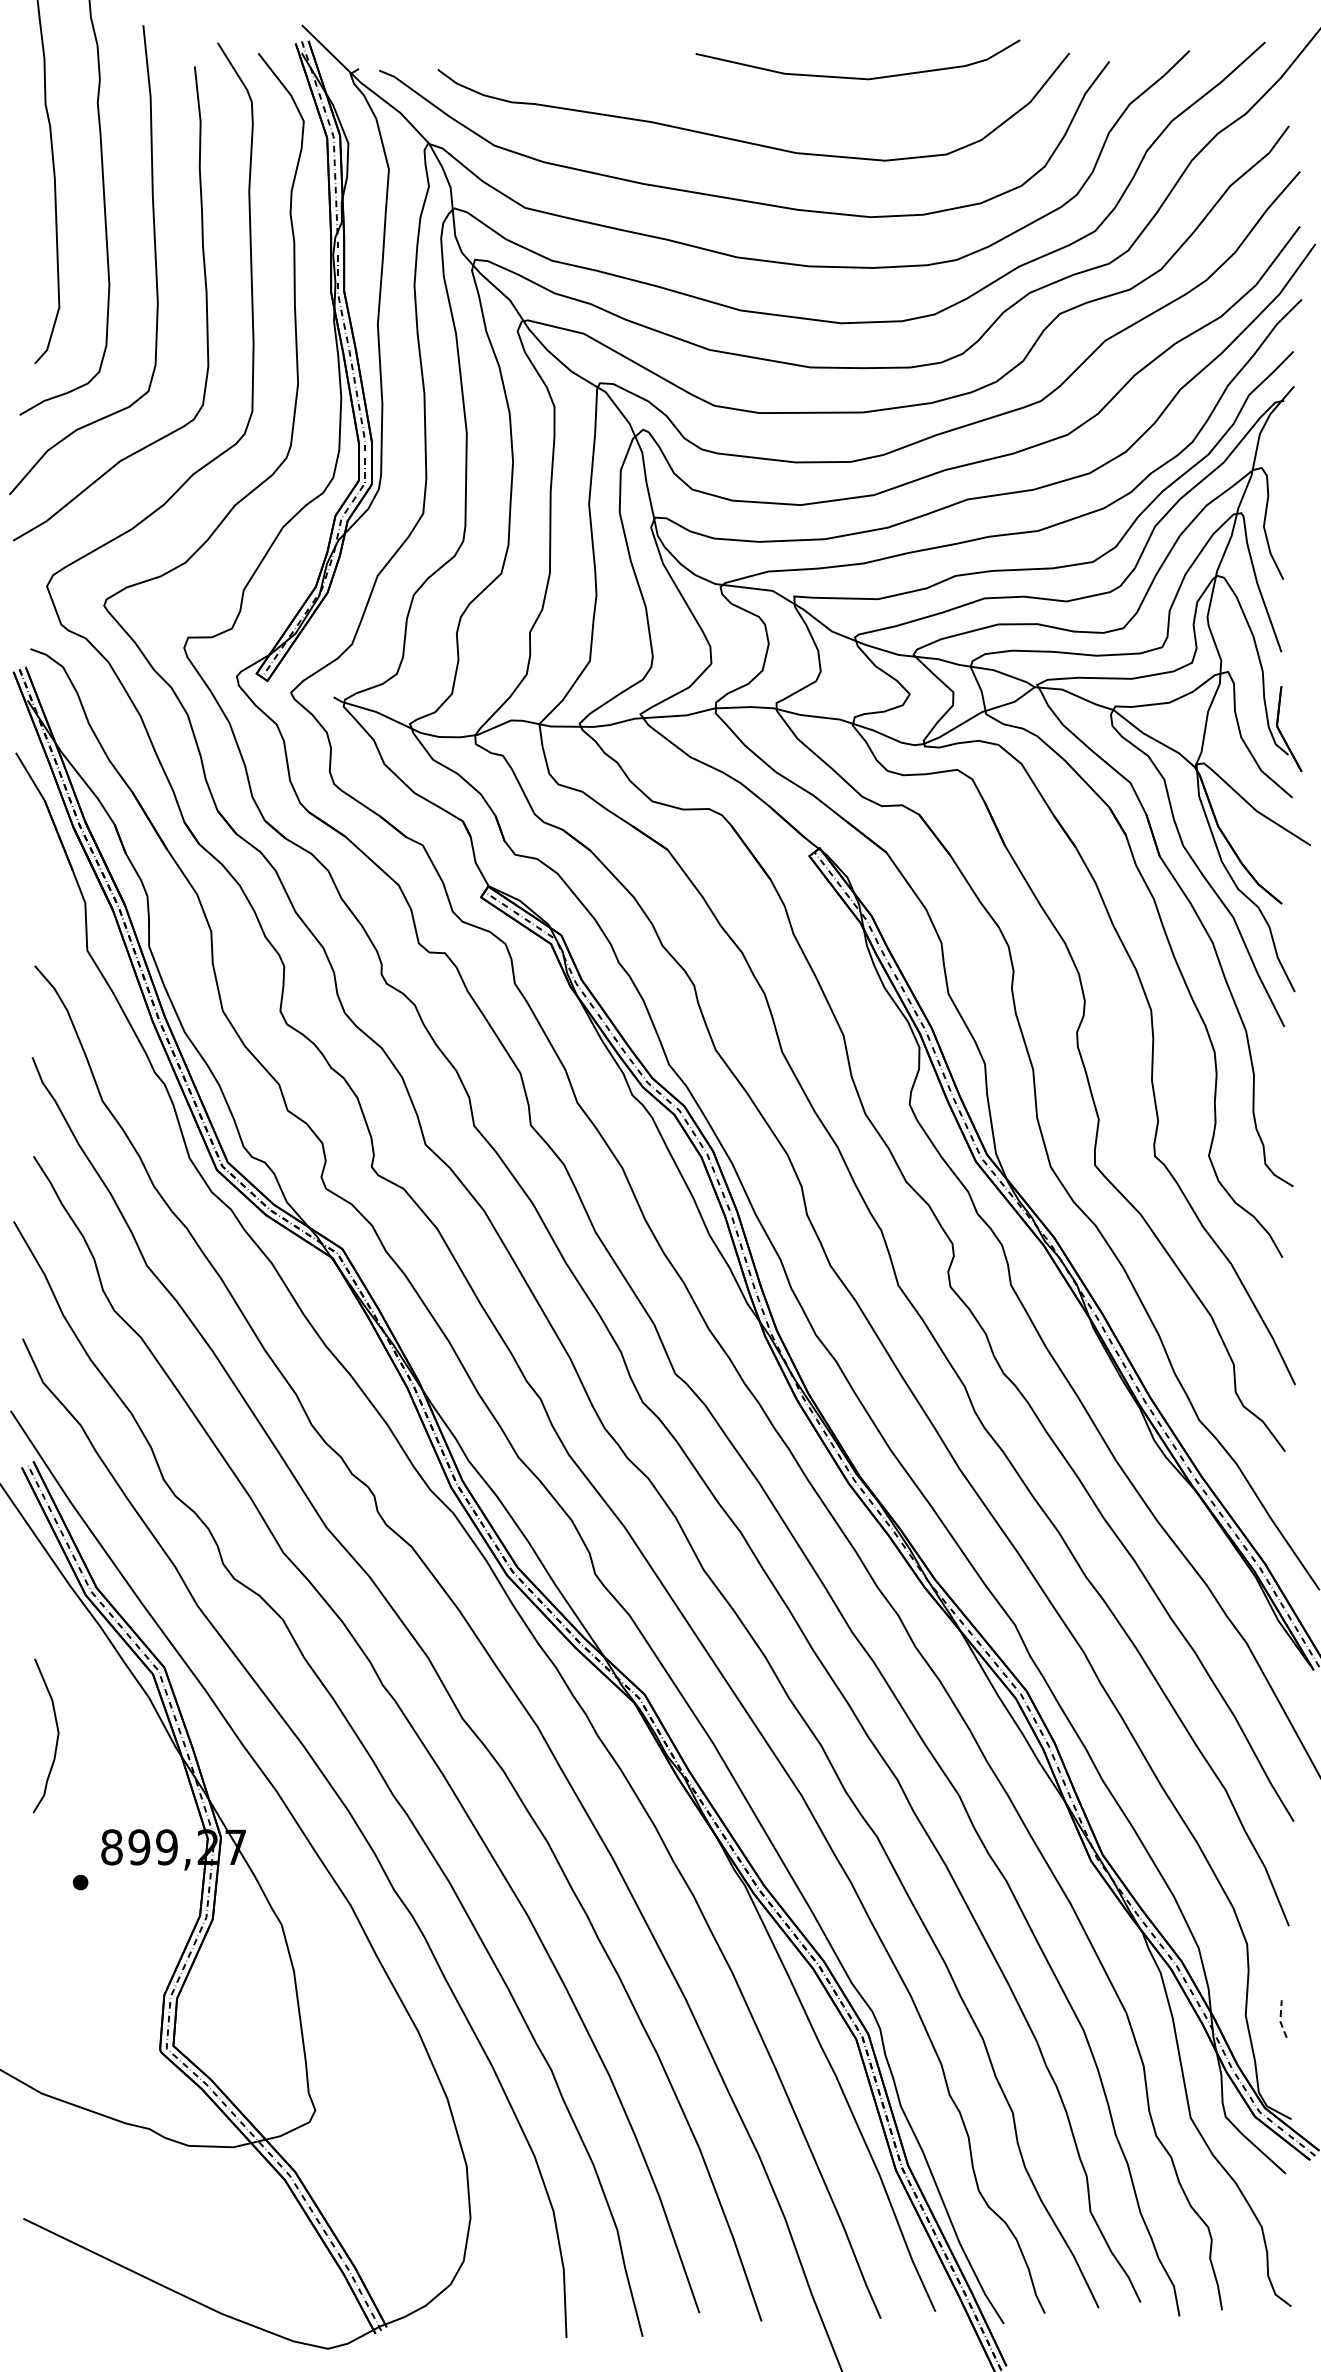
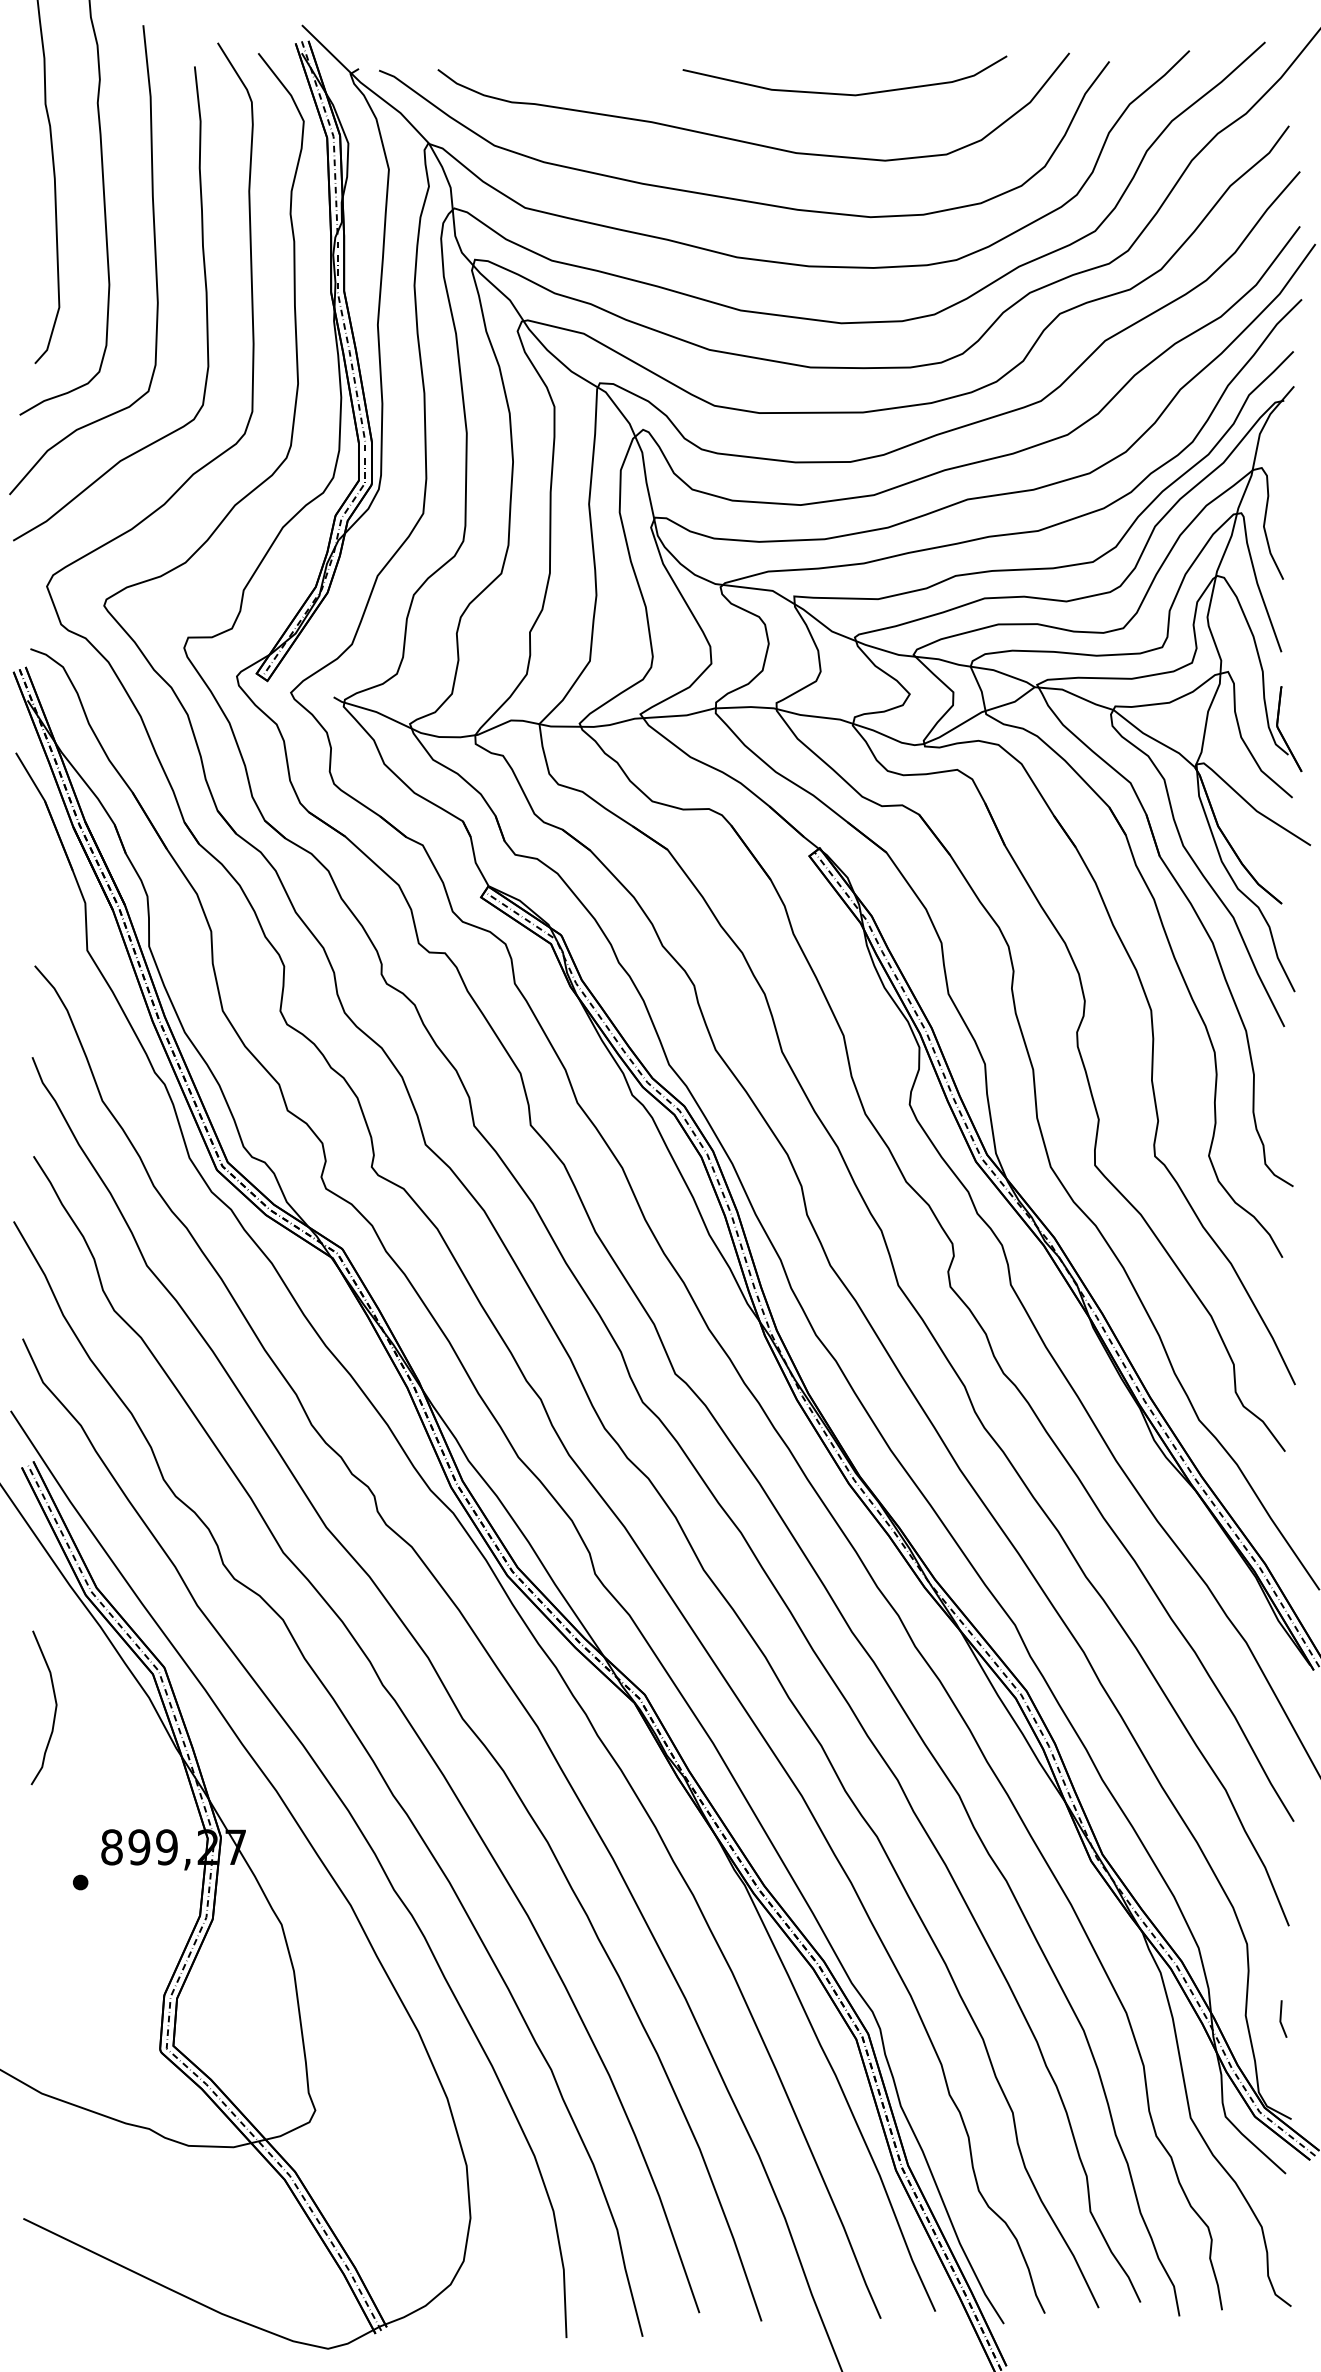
curve at (857, 77) position: (857, 77) -> (844, 93)
curve at (56, 1738) position: (56, 1738) -> (54, 1710)
line at (1280, 2019): dashed -> solid
